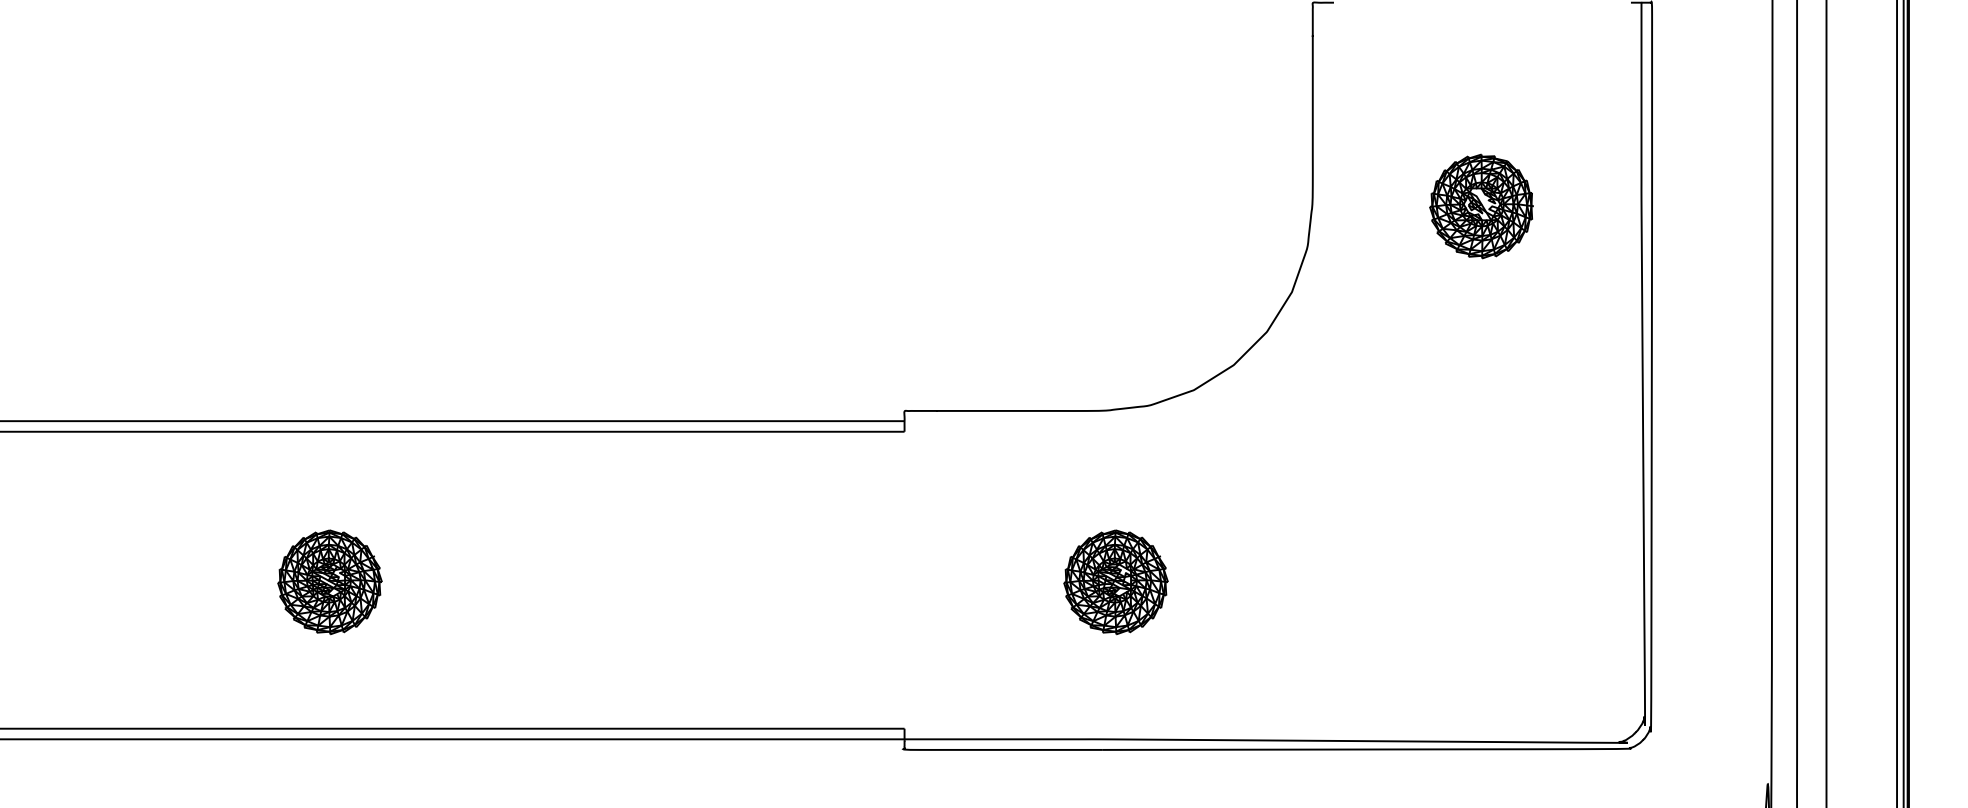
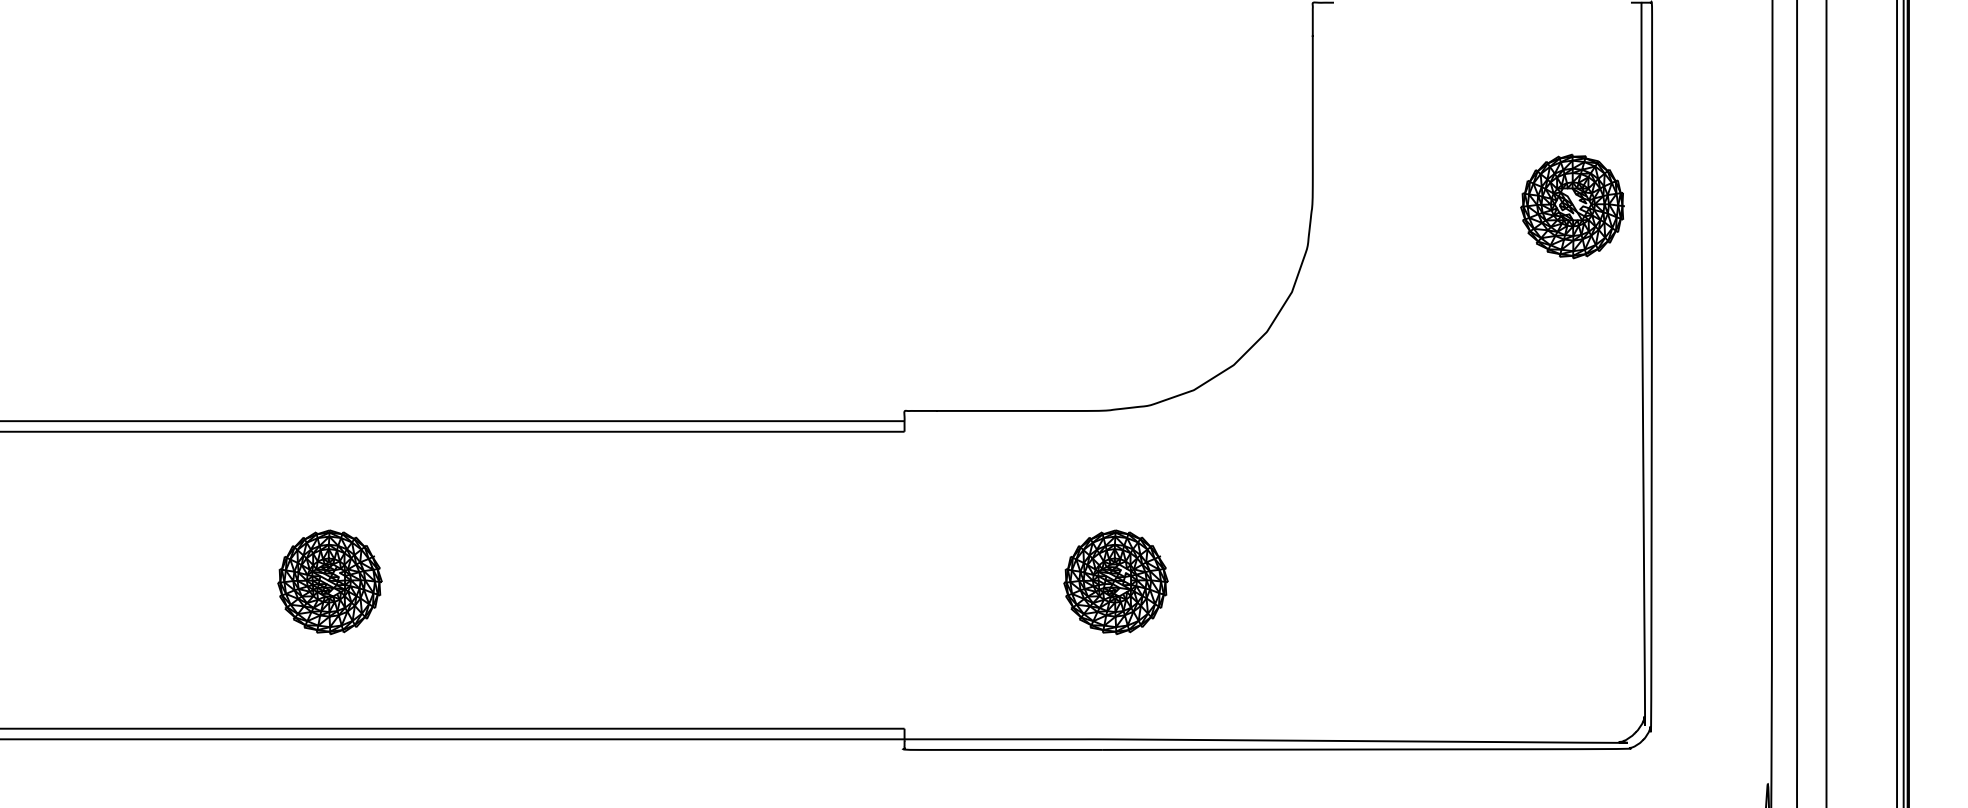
part at (1481, 206) position: (1481, 206) -> (1572, 206)
